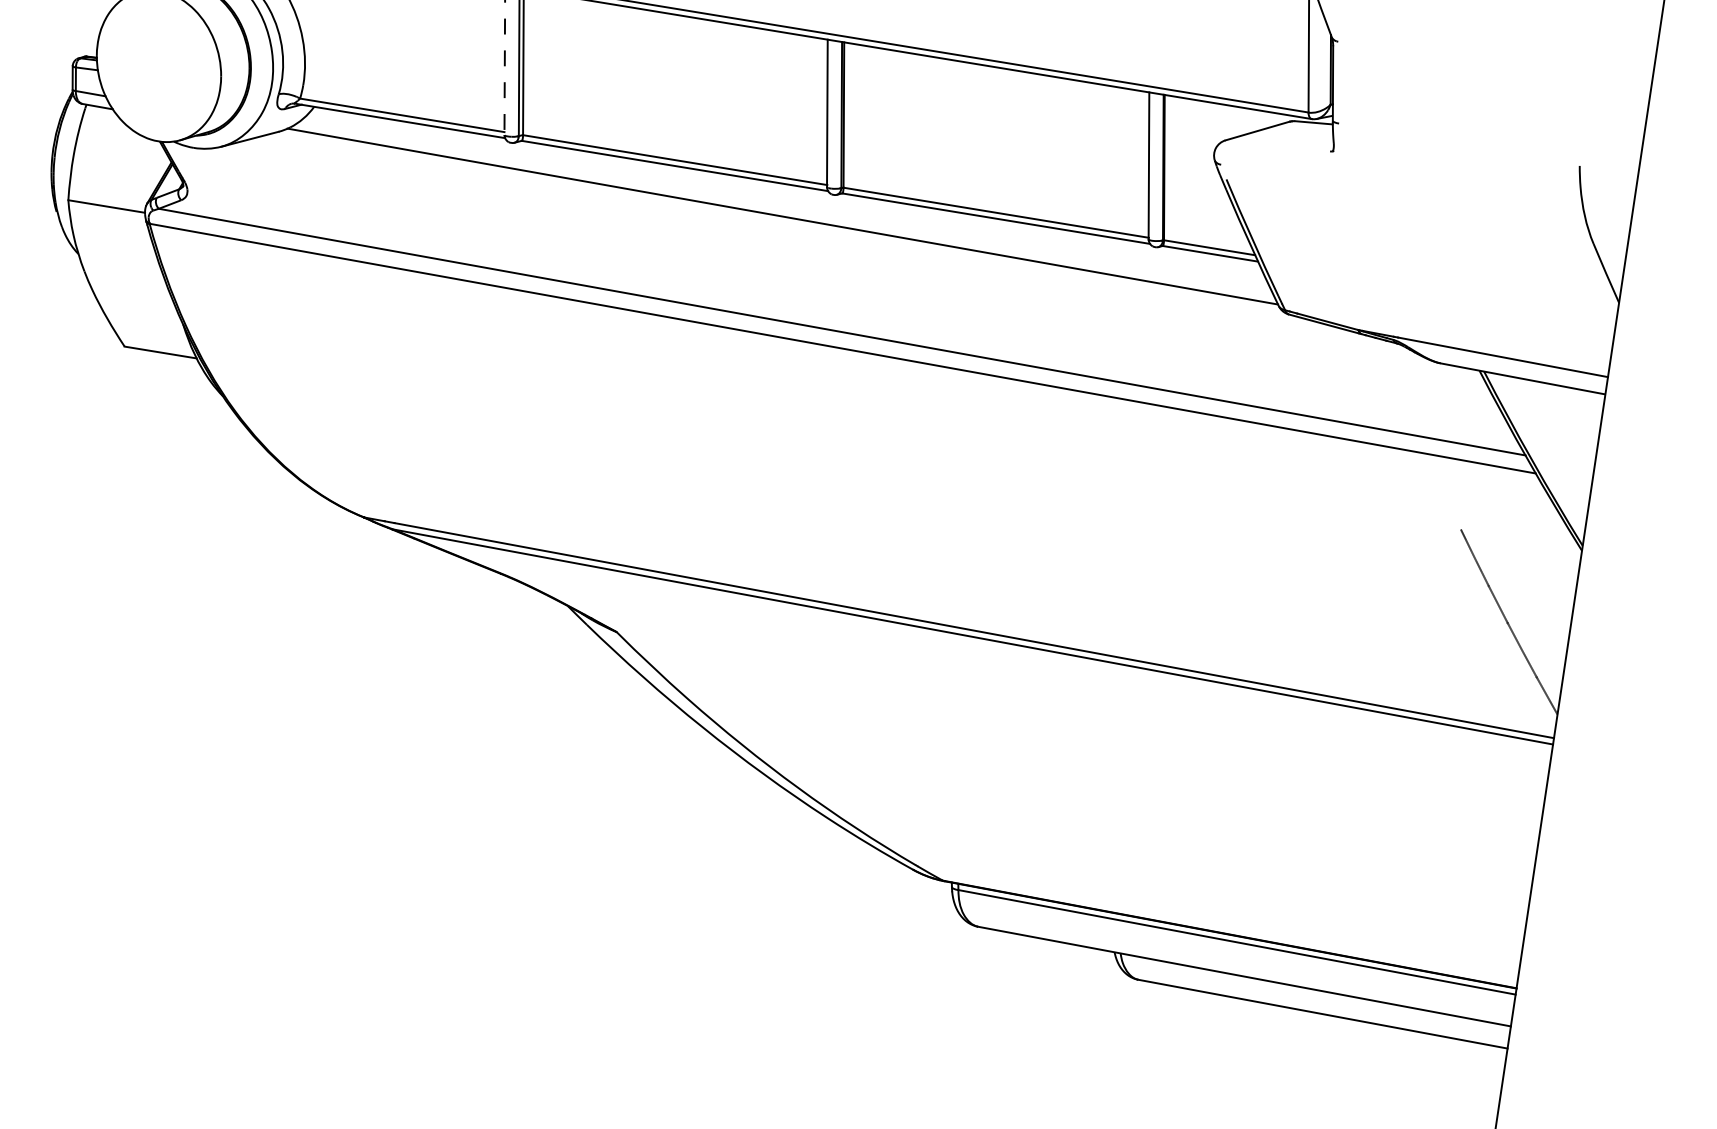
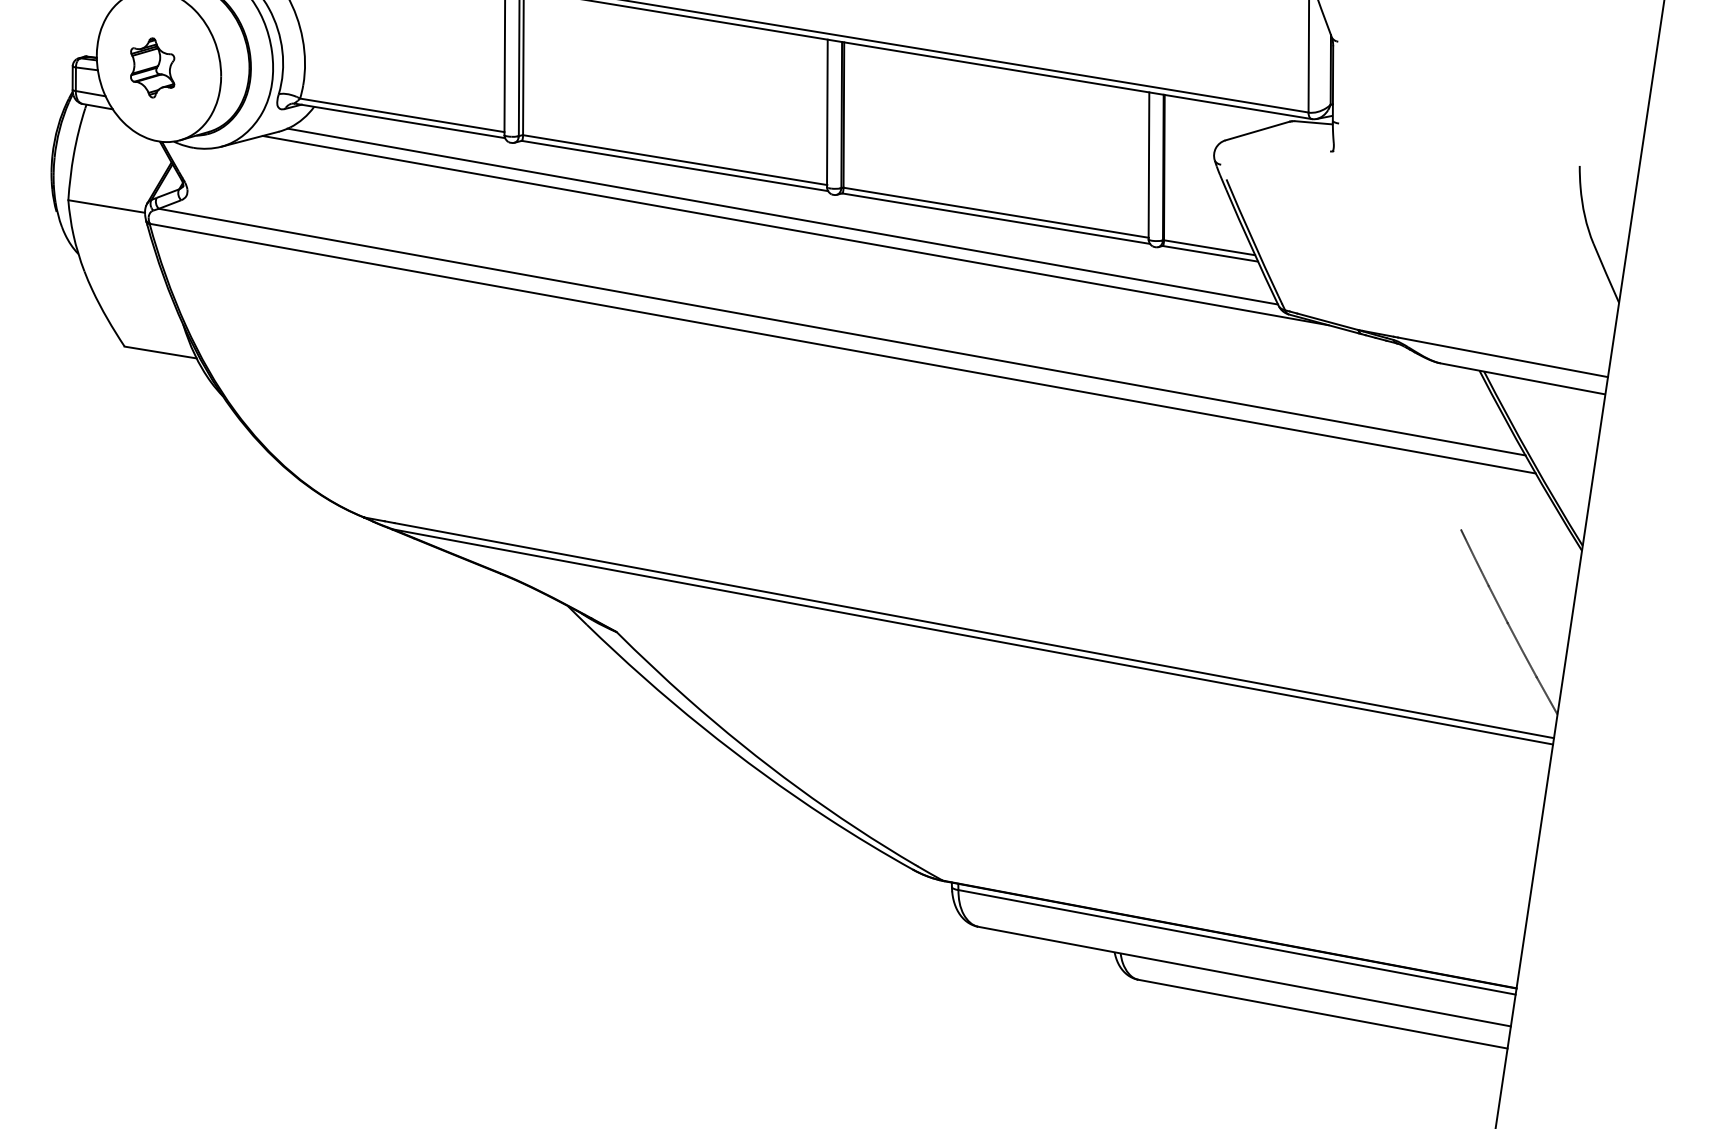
part at (152, 67): none -> present
line at (504, 68): dashed -> solid
line at (795, 230): none -> present
